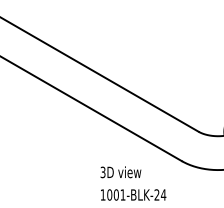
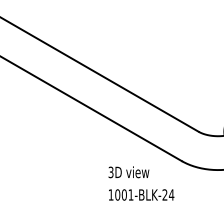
text at (133, 183) position: (133, 183) -> (141, 183)
